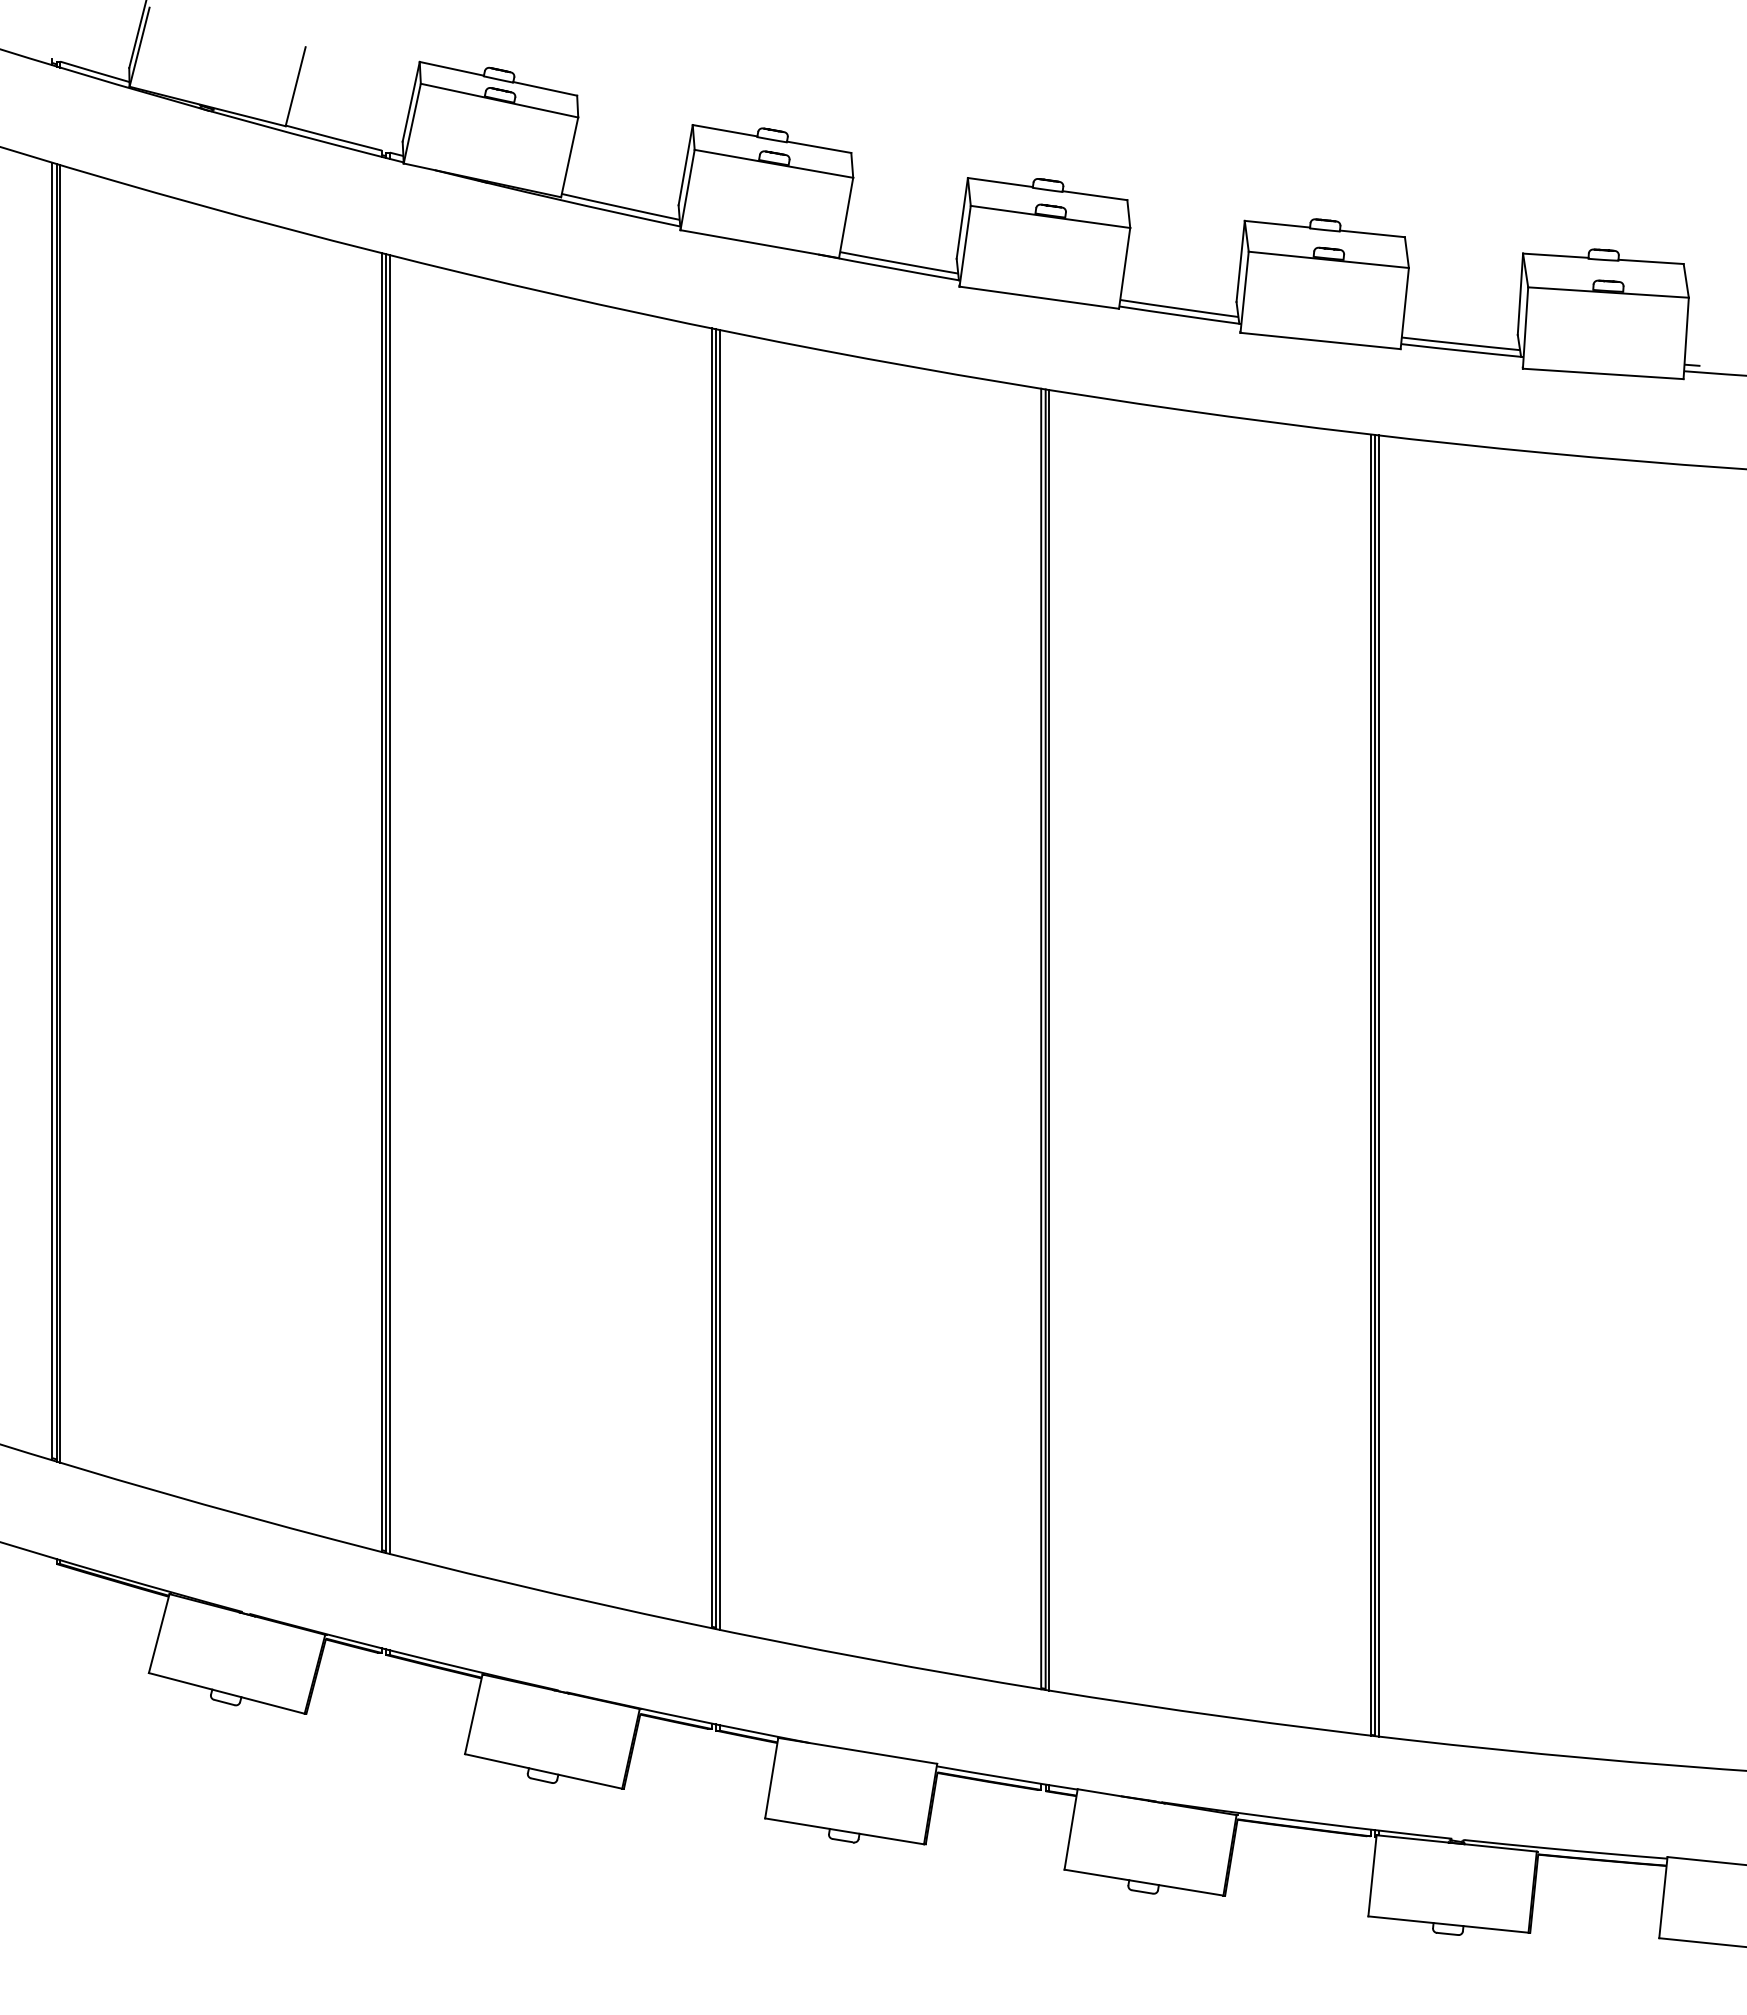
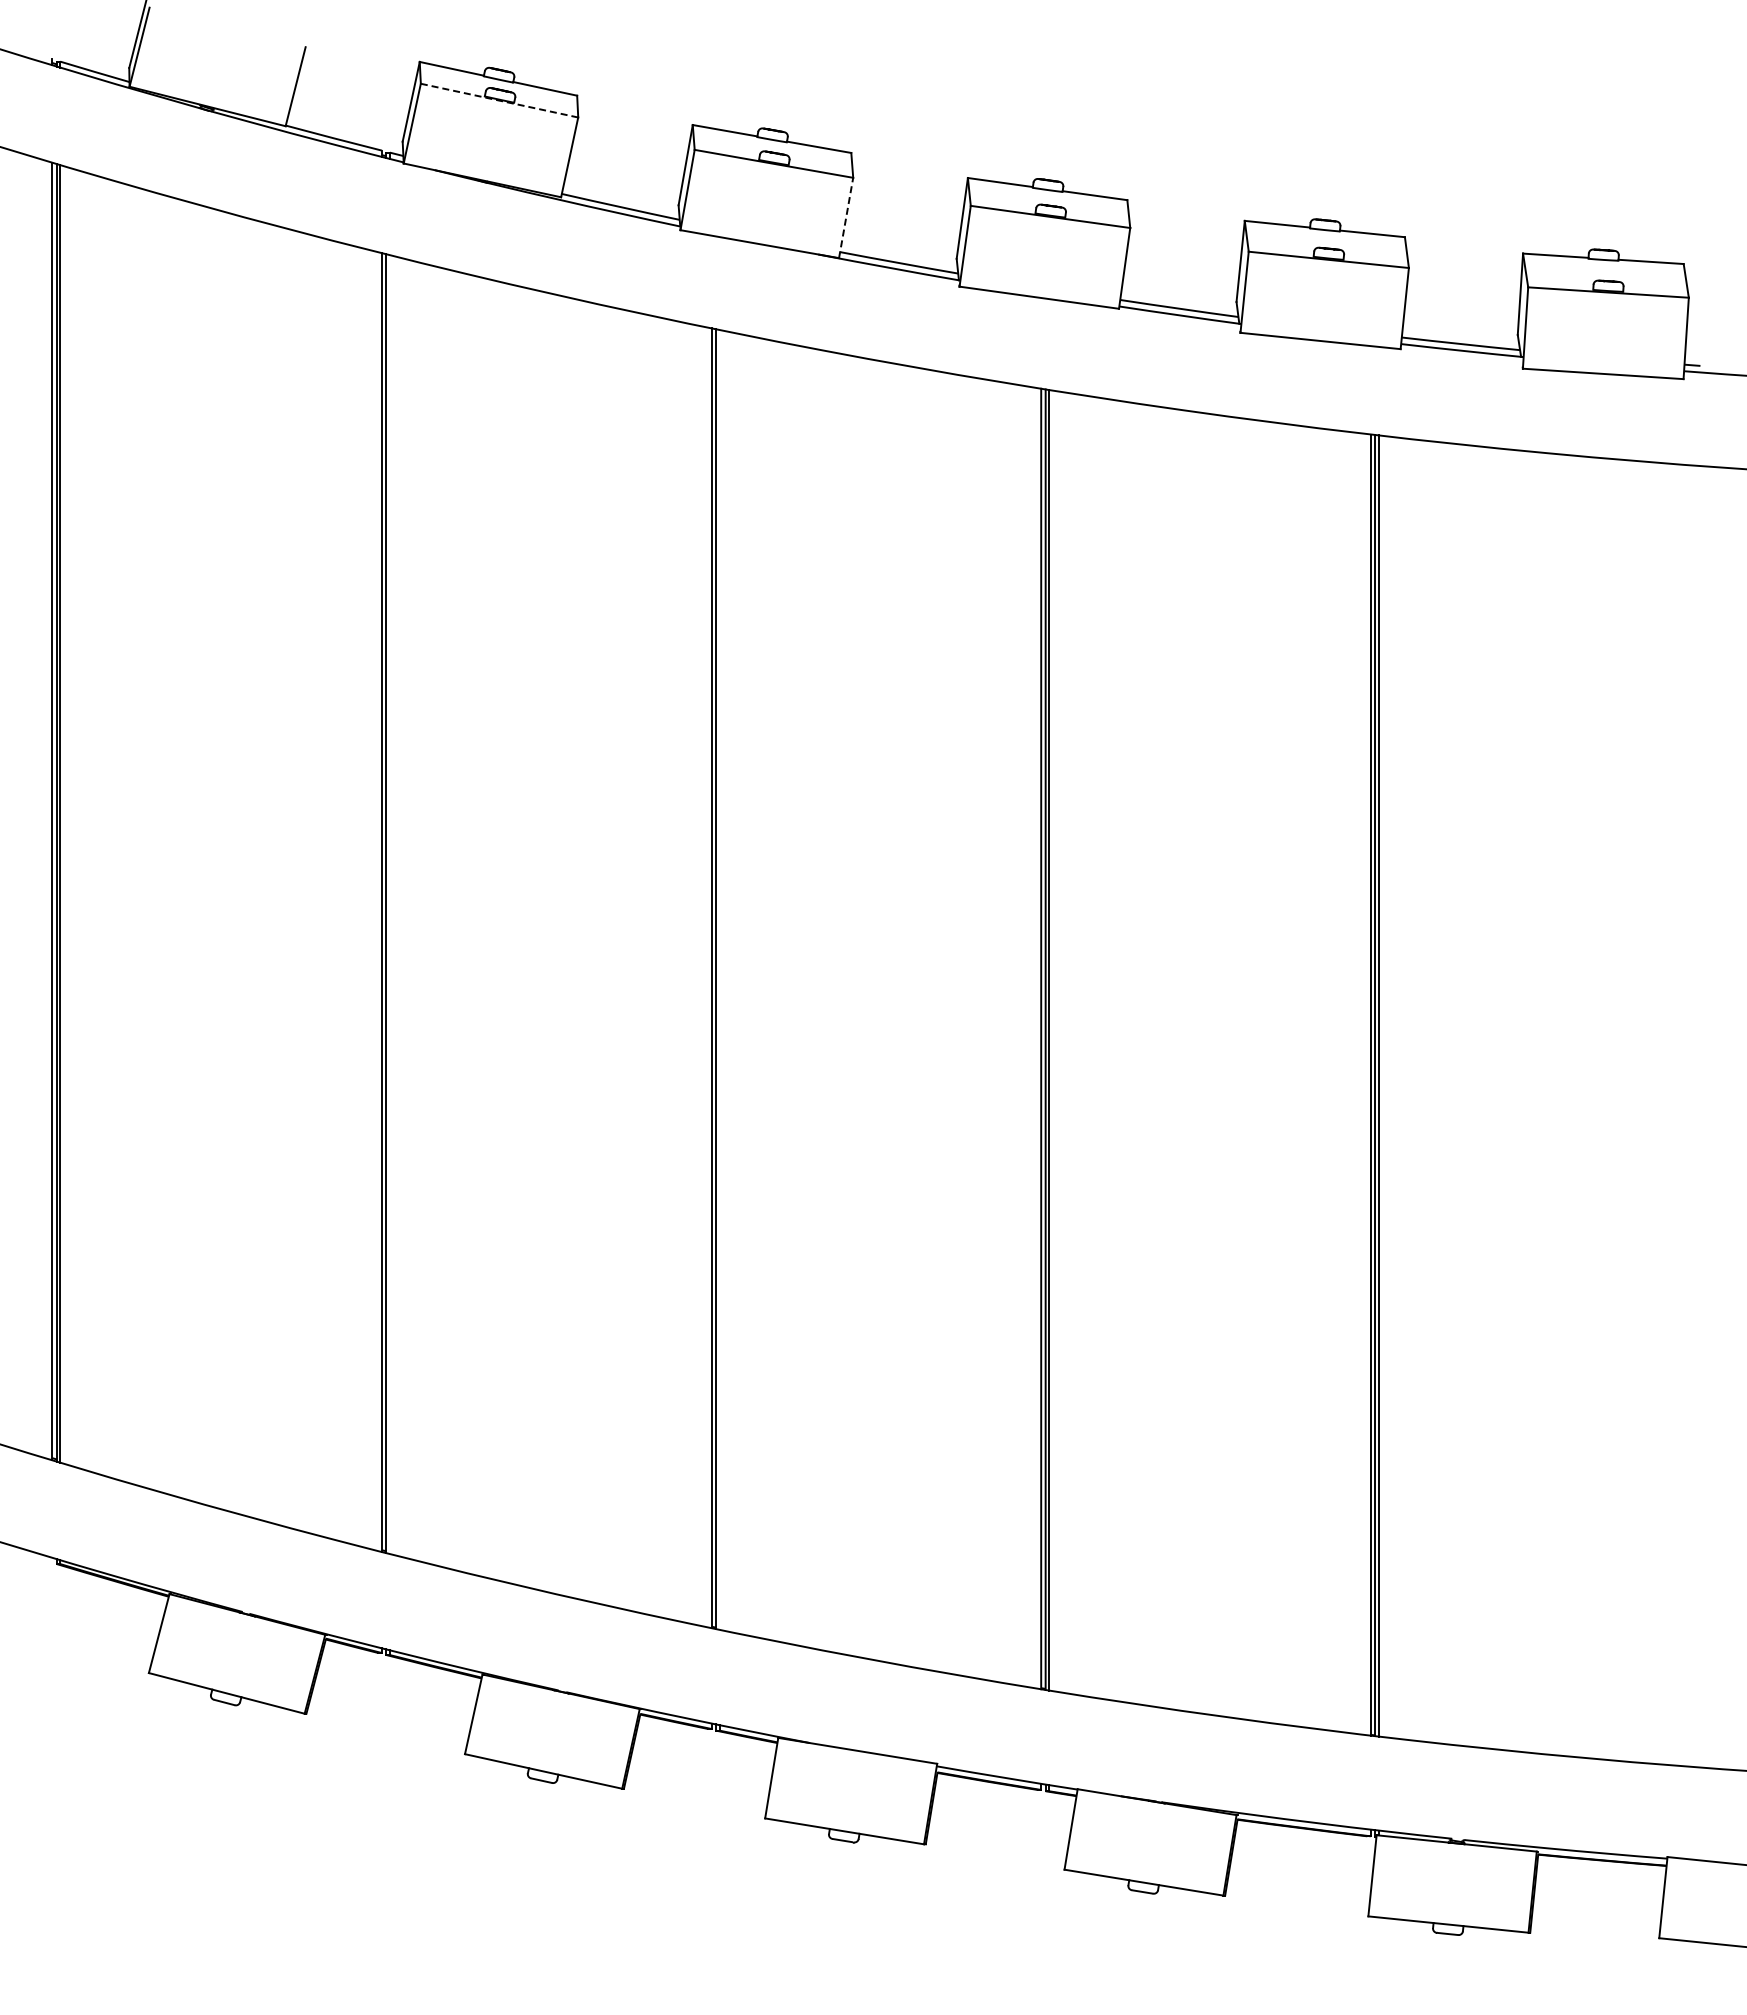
line at (500, 100): solid -> dashed
line at (846, 217): solid -> dashed
line at (389, 904): present -> none
line at (719, 979): present -> none
